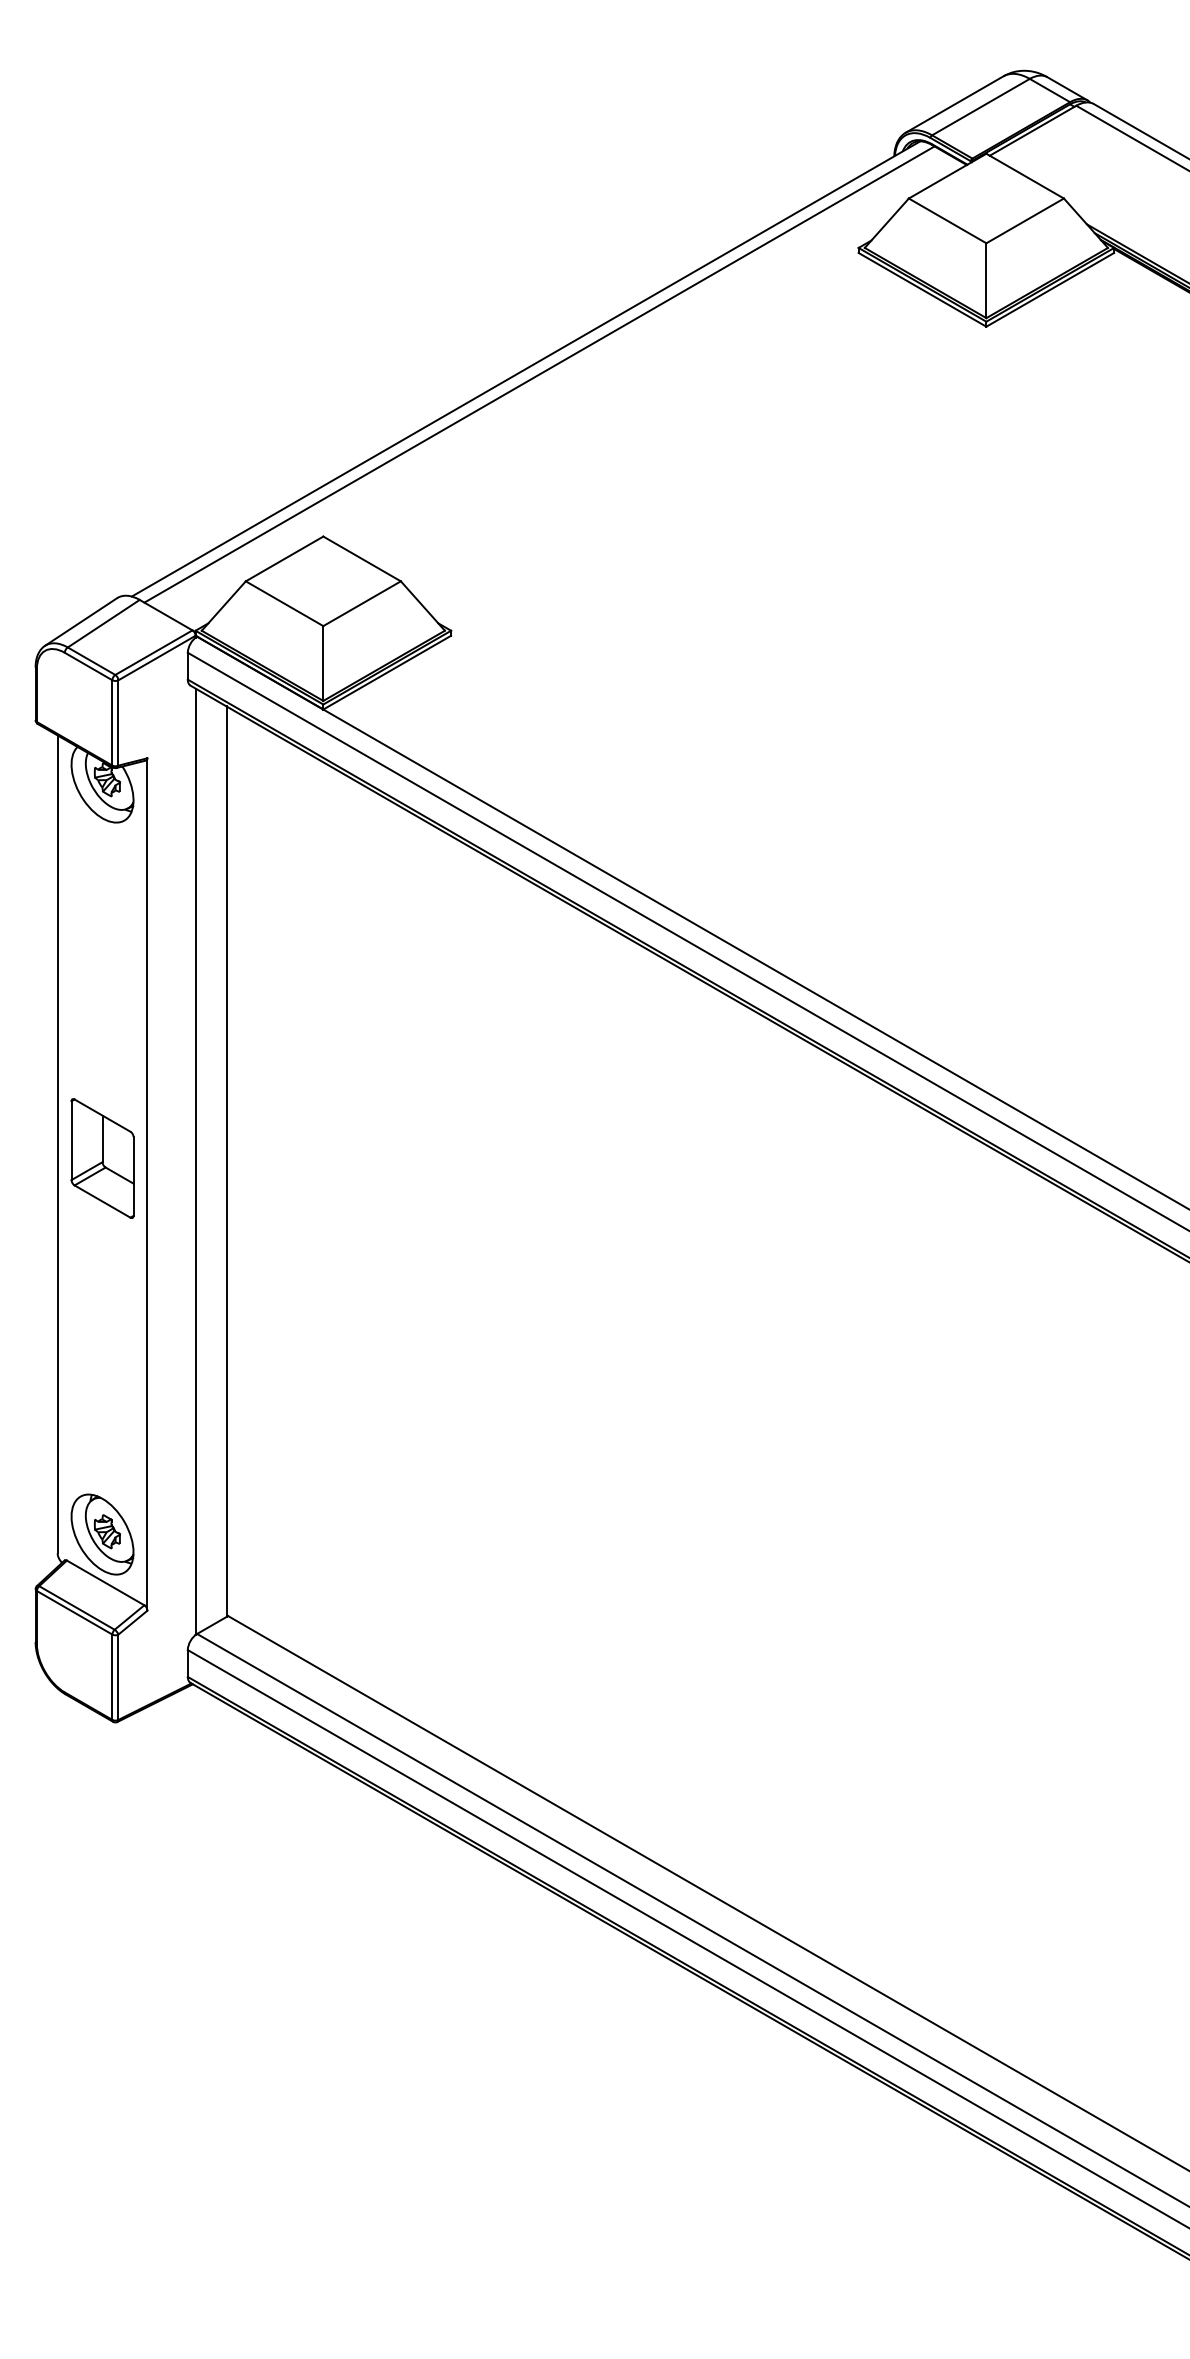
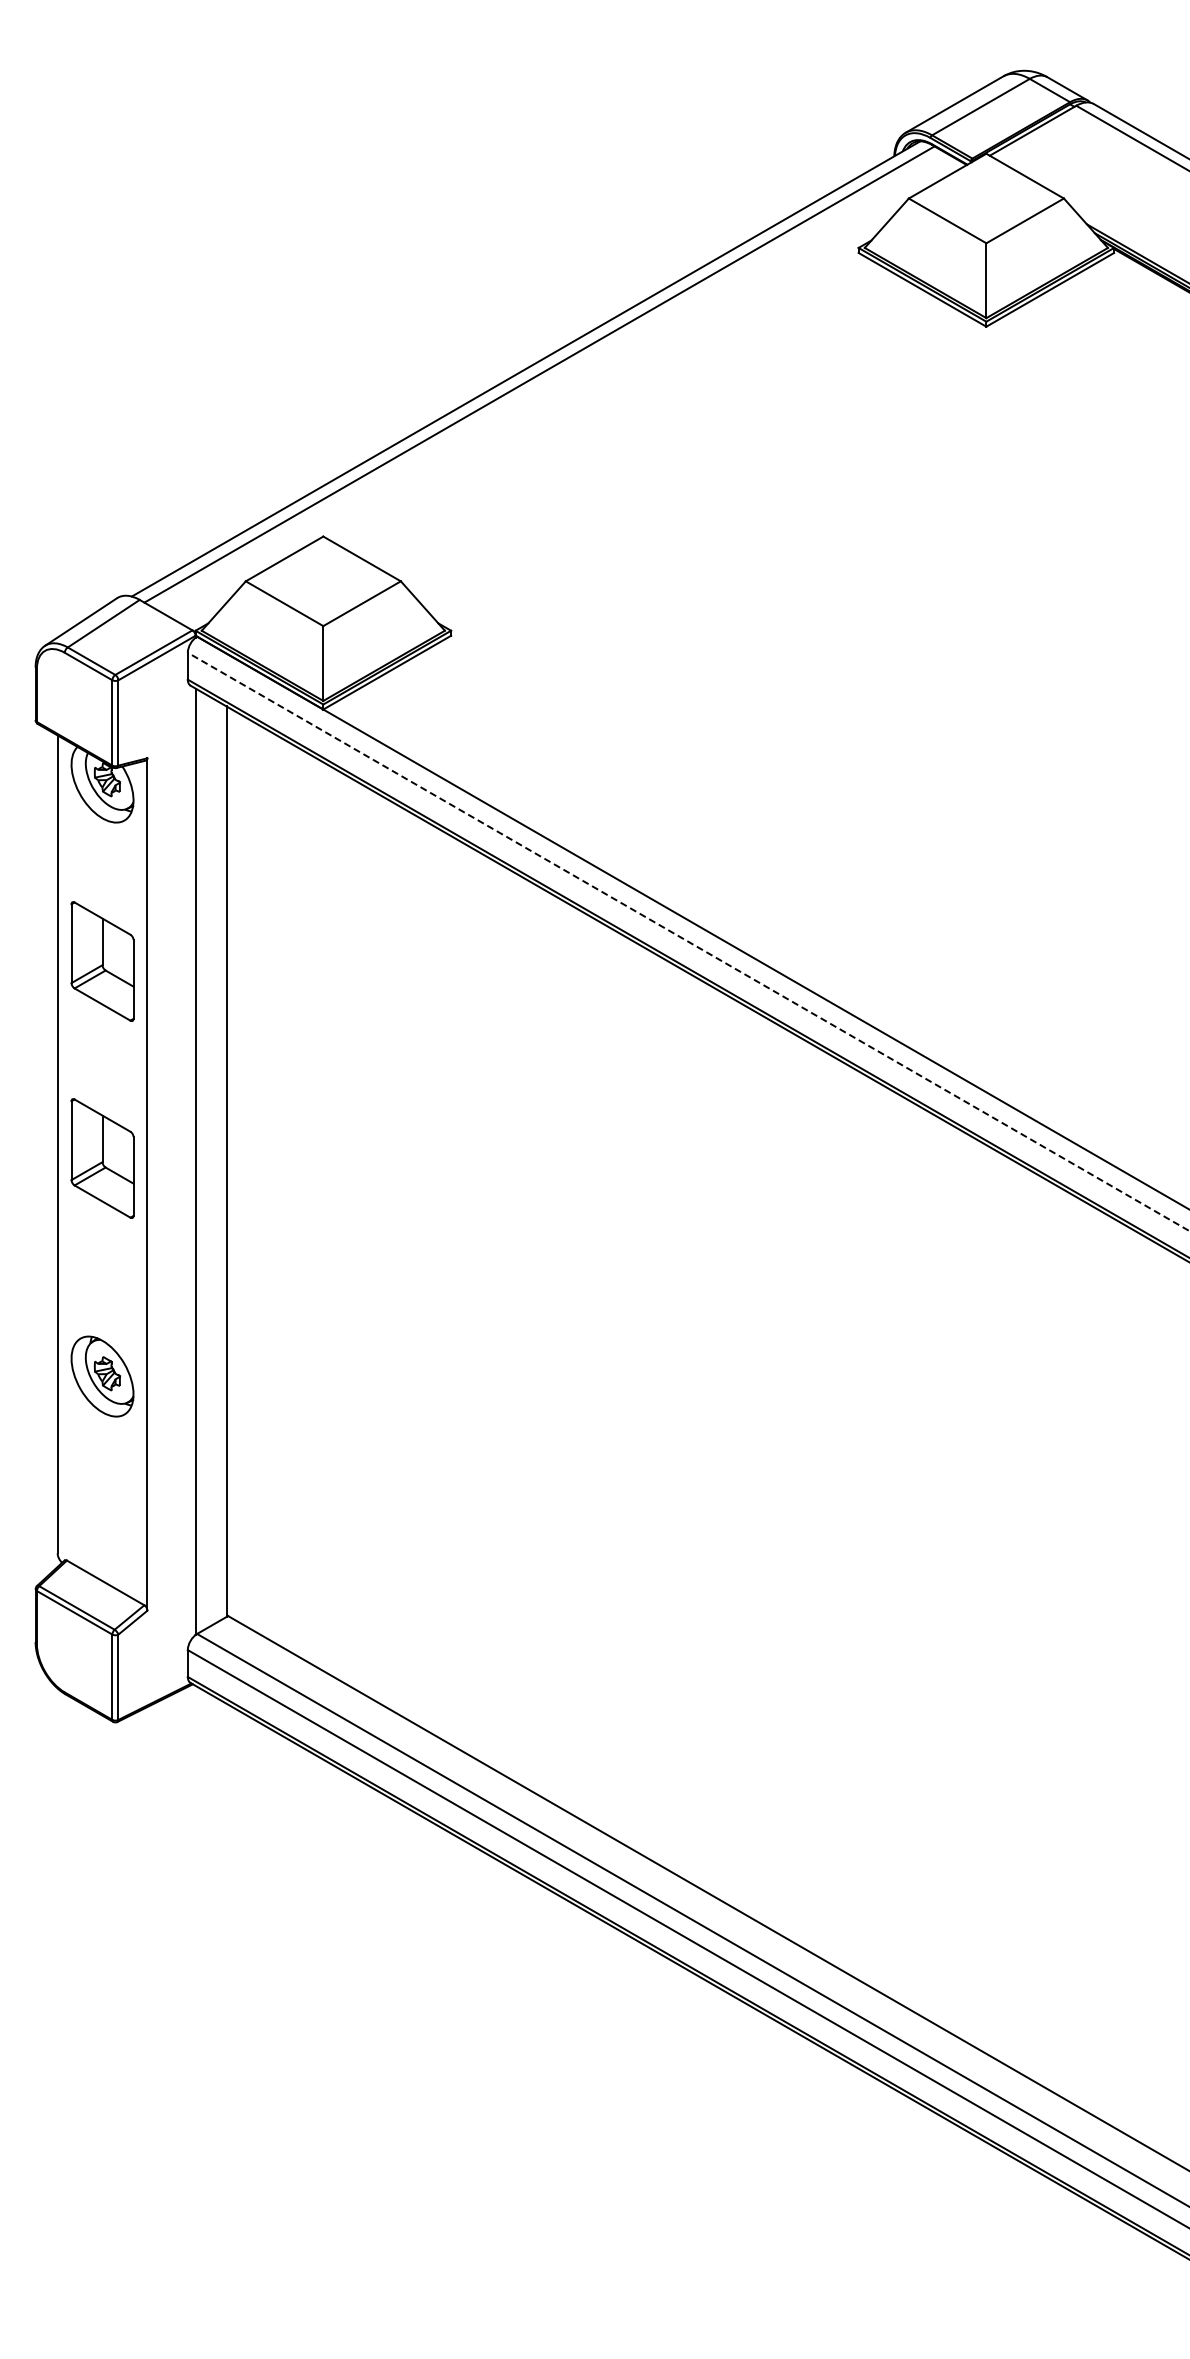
line at (688, 941): solid -> dashed
part at (102, 961): none -> present
part at (102, 1534) position: (102, 1534) -> (102, 1376)
